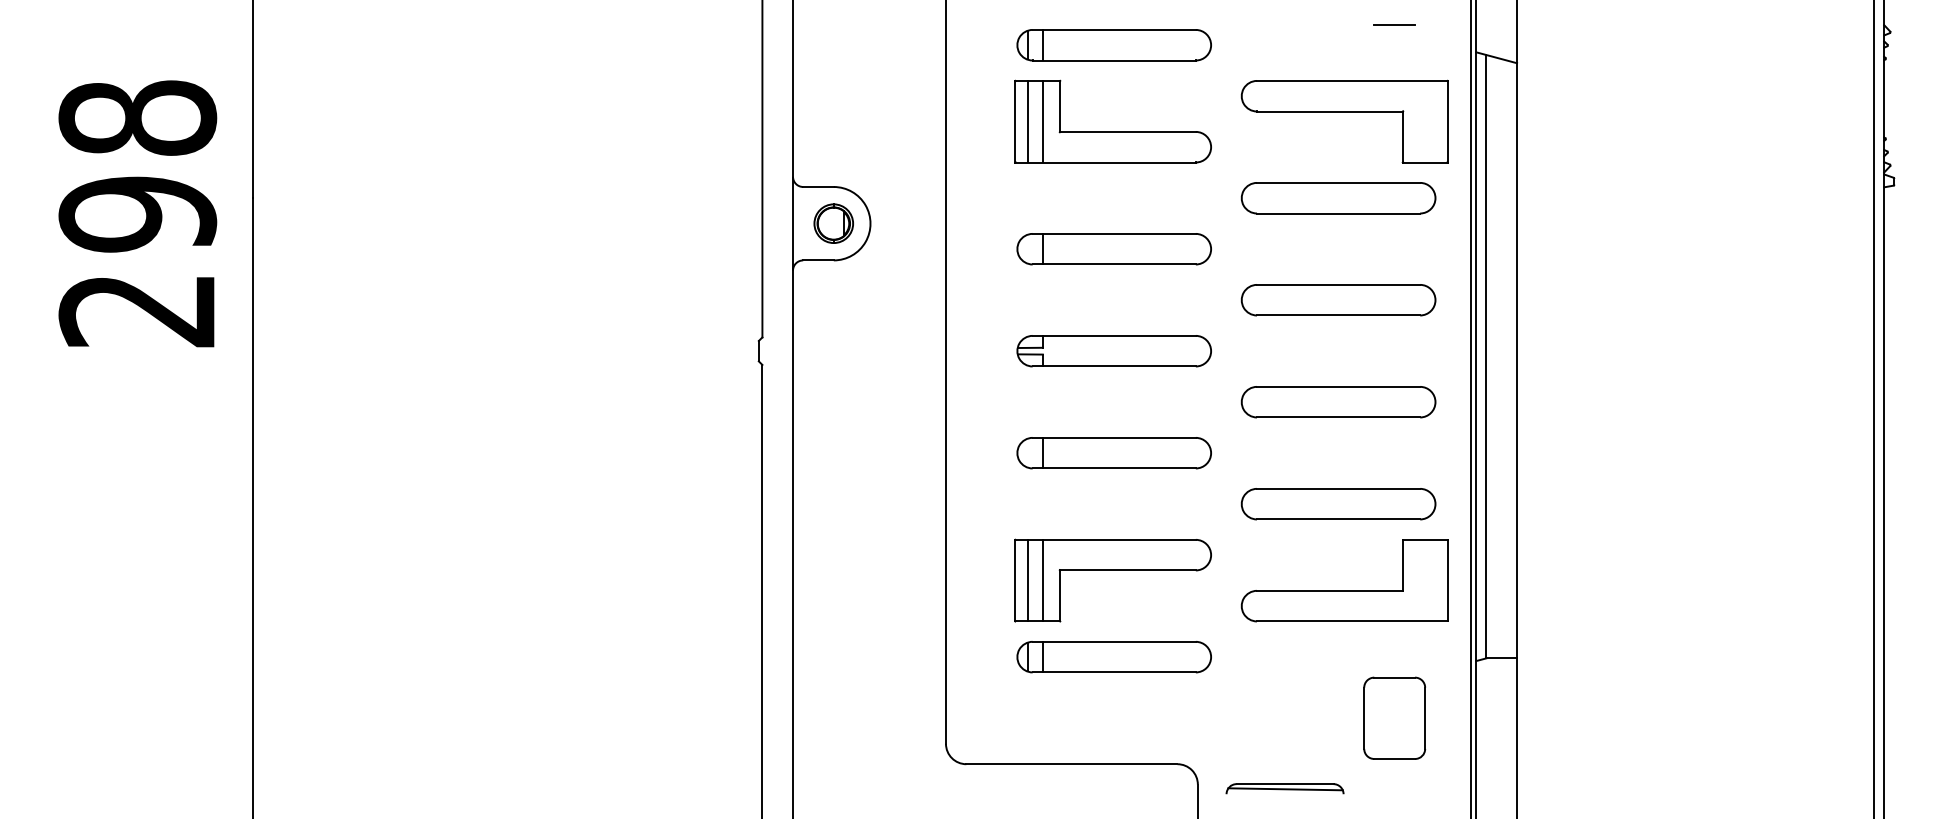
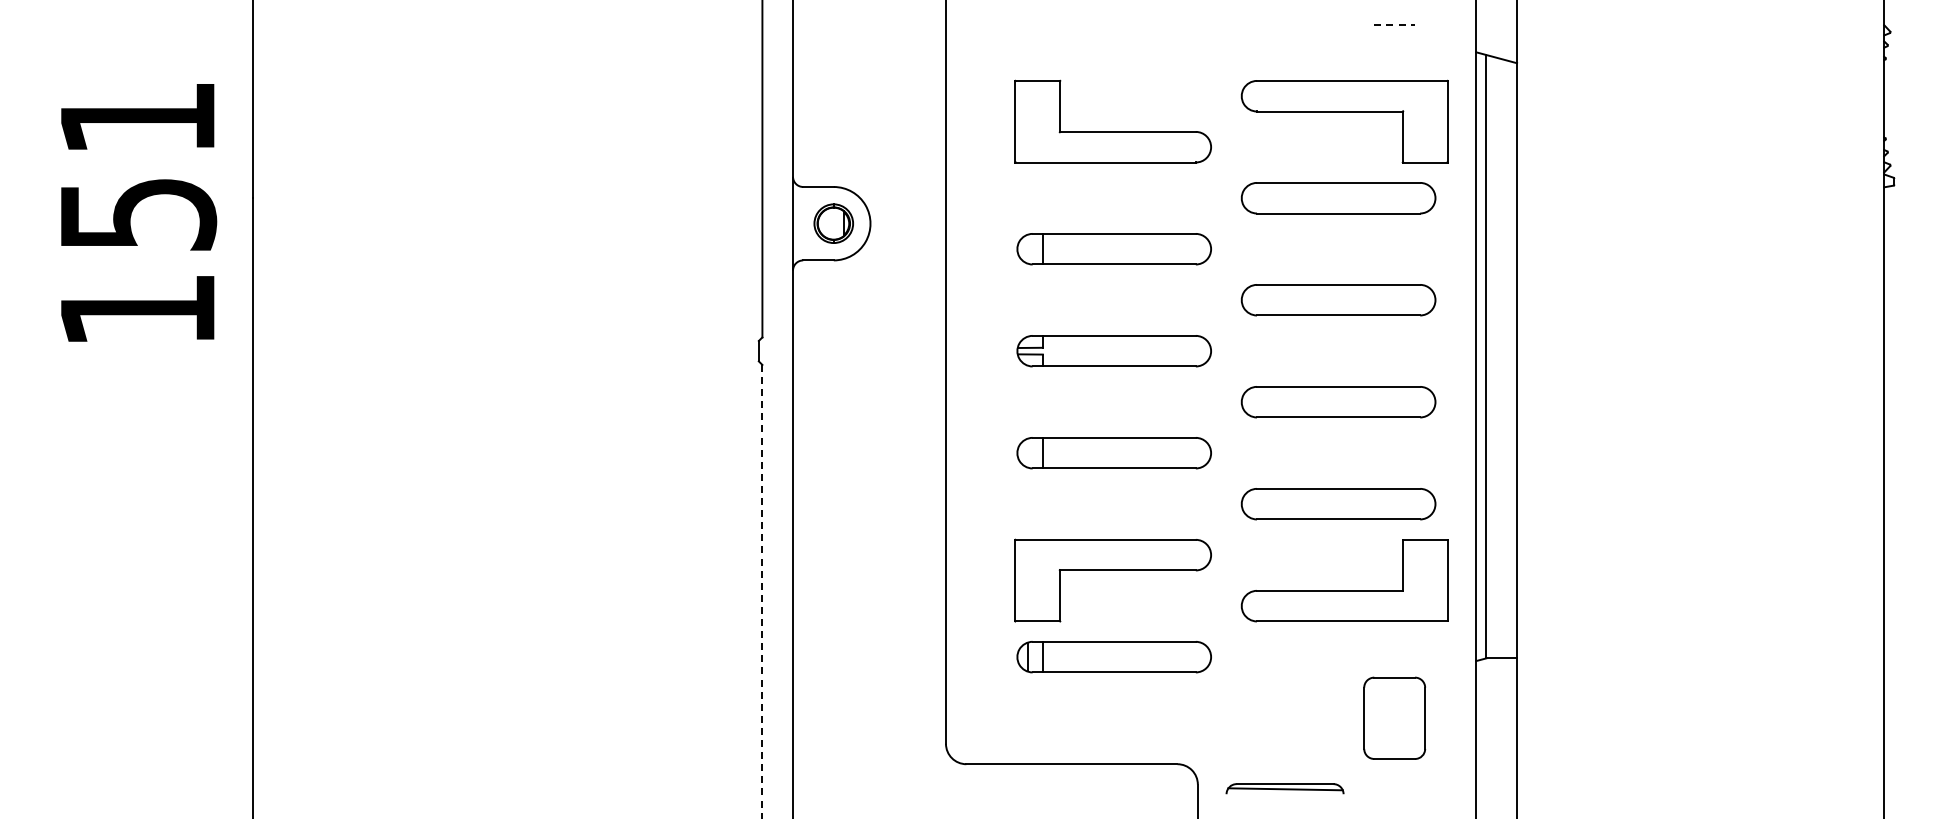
line at (1395, 24): solid -> dashed
part at (1113, 45): present -> none
line at (1027, 121): present -> none
line at (1042, 121): present -> none
text at (137, 213): 298 -> 151
line at (1471, 408): present -> none
line at (1874, 408): present -> none
line at (1027, 580): present -> none
line at (1042, 580): present -> none
line at (762, 591): solid -> dashed
